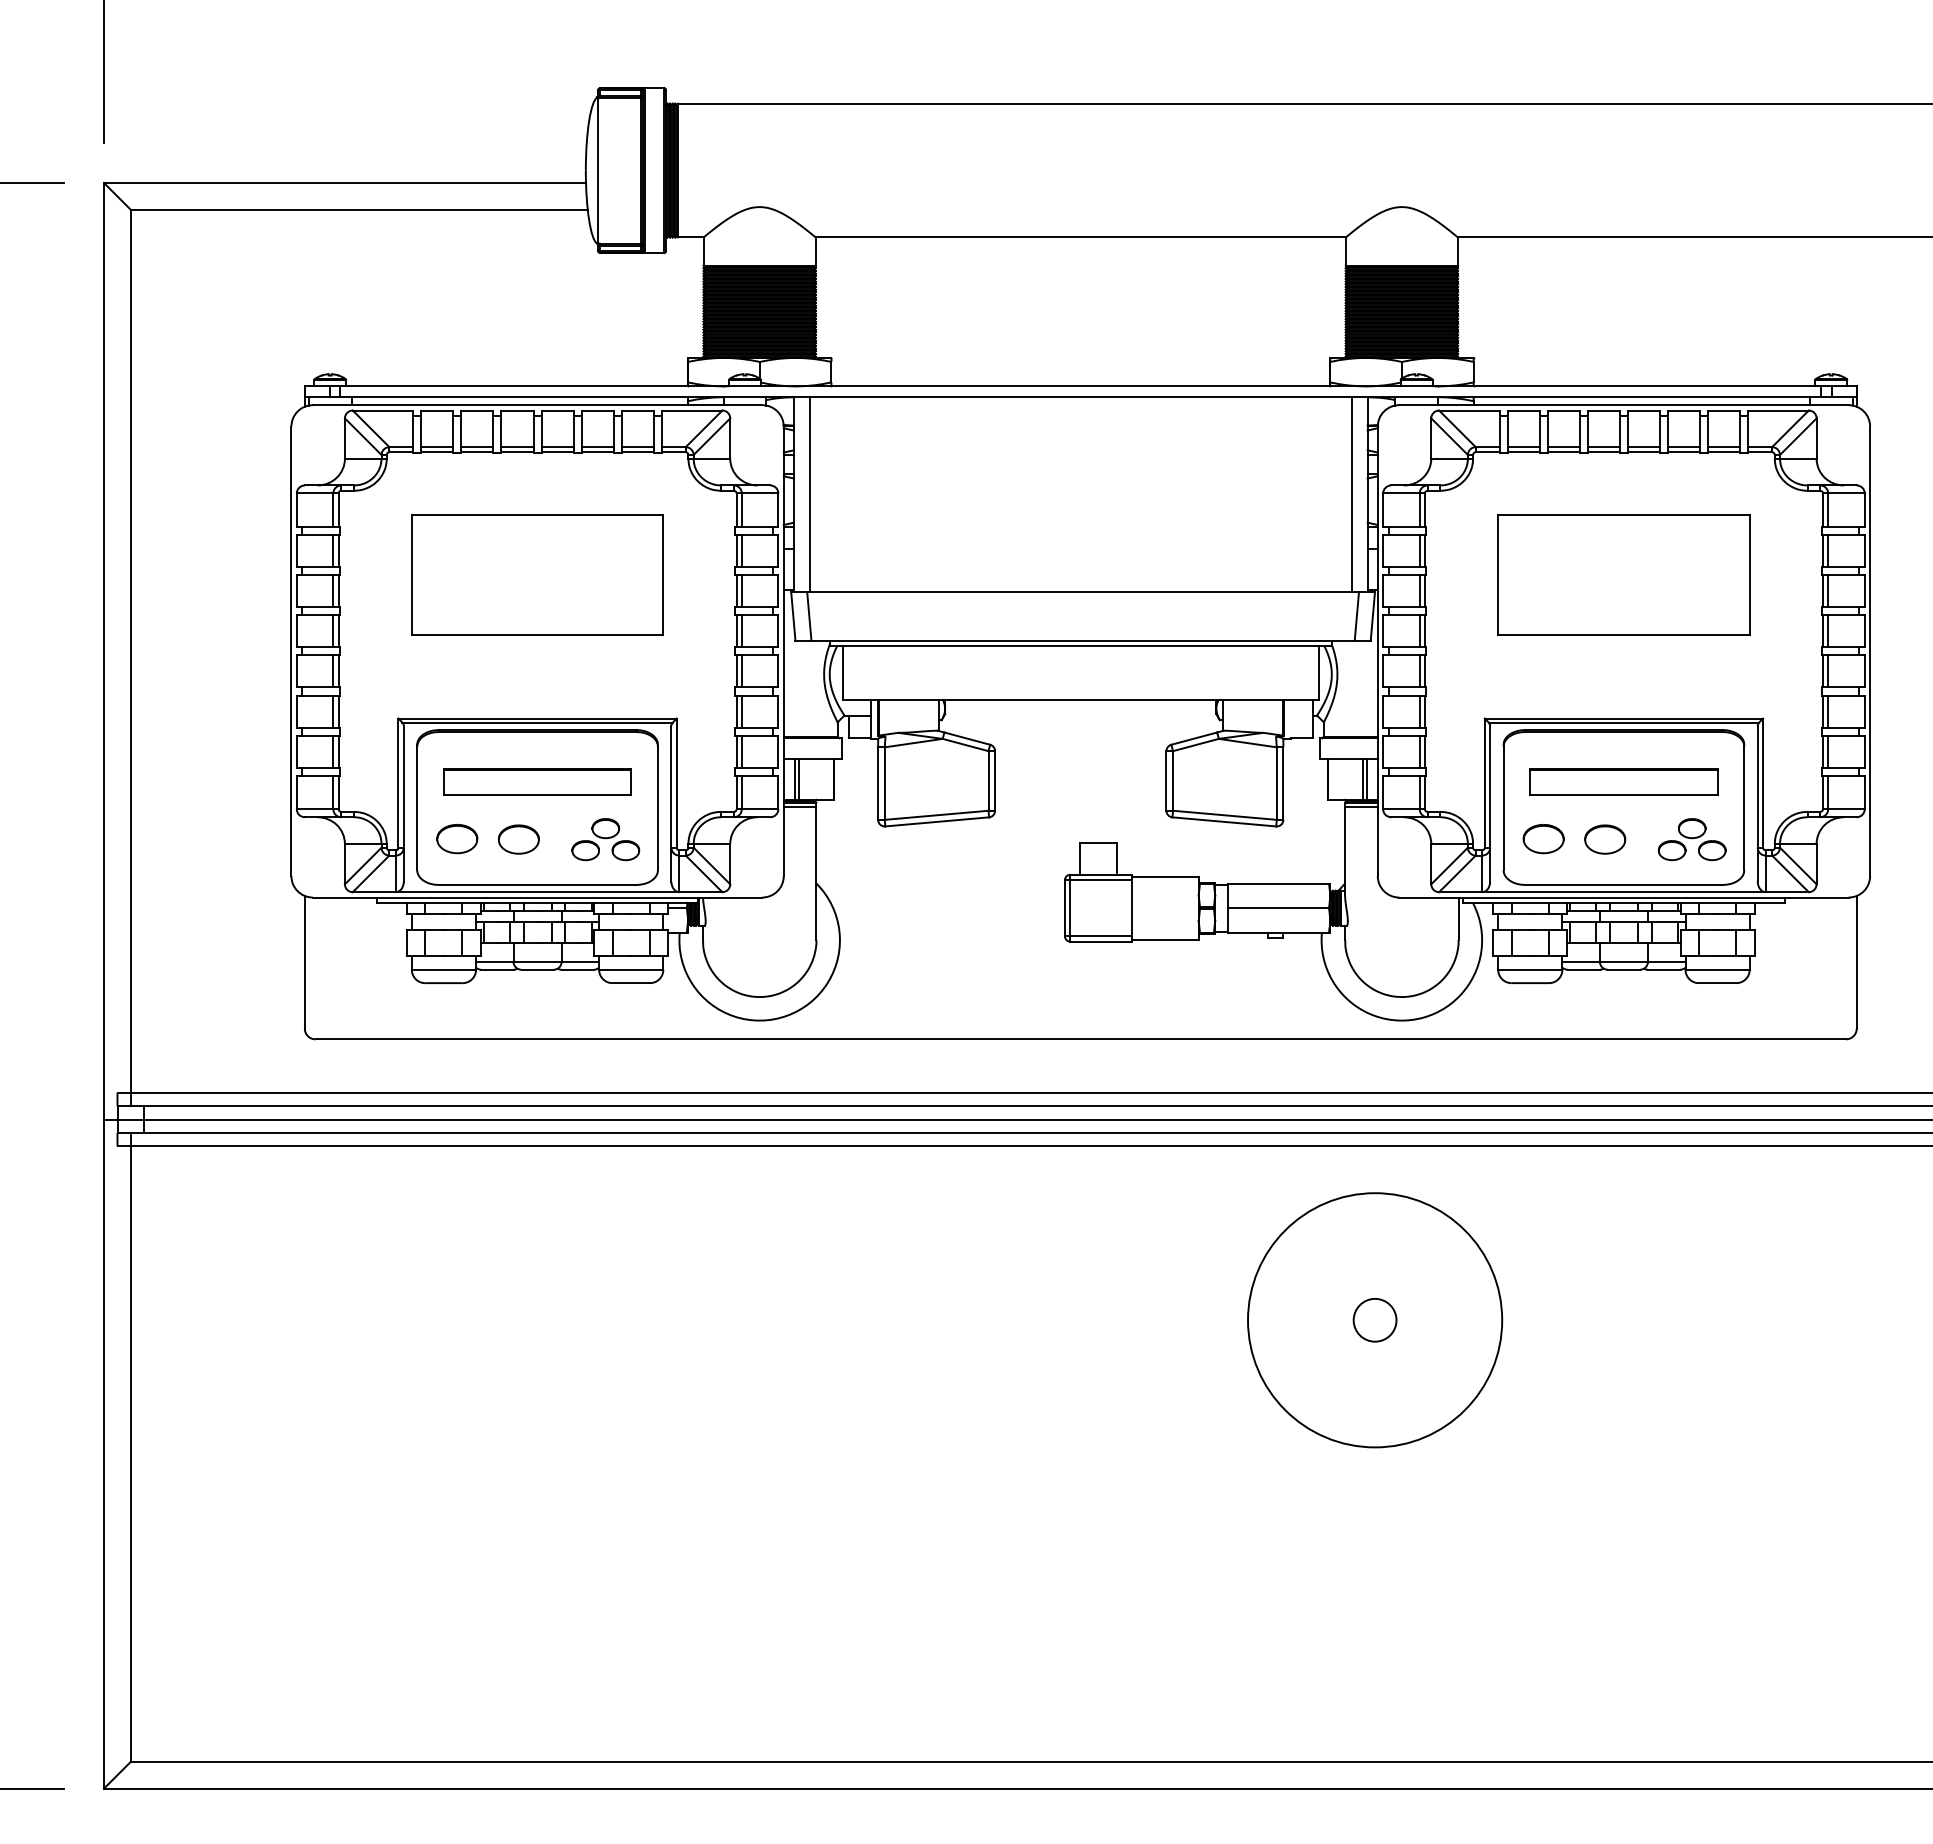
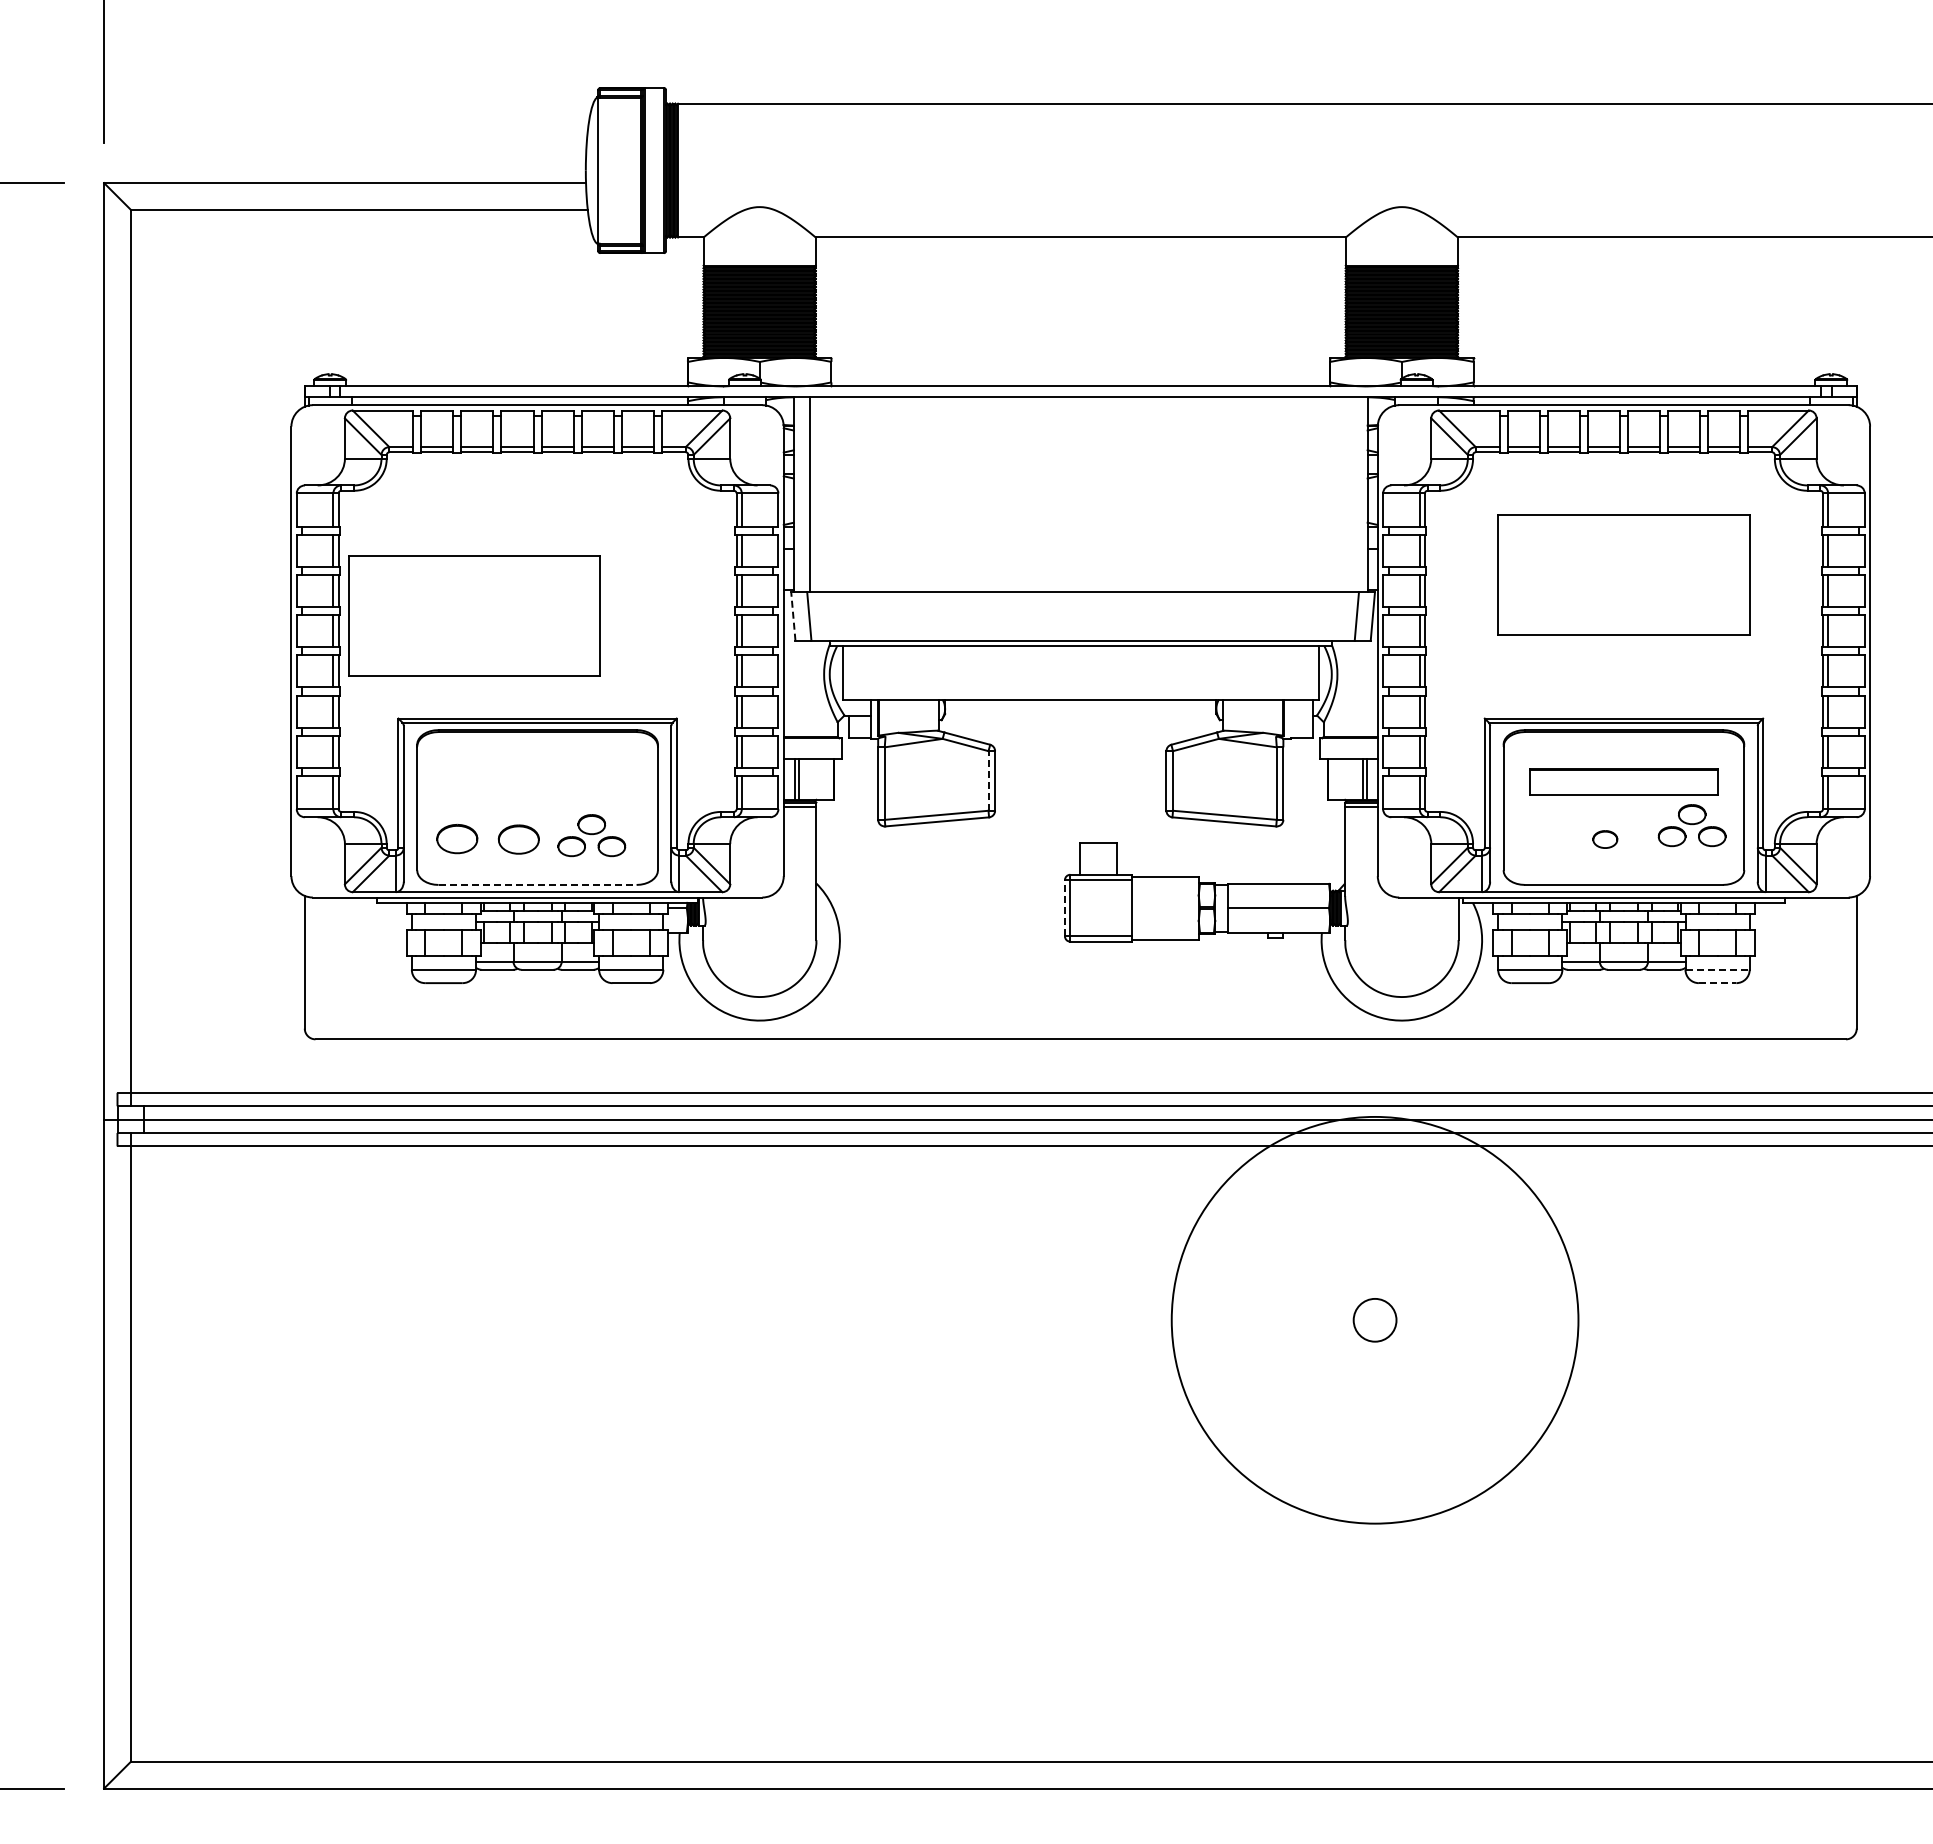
line at (1351, 494): present -> none
part at (537, 574) position: (537, 574) -> (474, 615)
line at (793, 616): solid -> dashed
line at (988, 780): solid -> dashed
part at (537, 781): present -> none
part at (605, 839) position: (605, 839) -> (591, 835)
part at (1543, 839): present -> none
part at (1605, 839) size: 43x31 px -> 27x19 px
part at (1691, 839) position: (1691, 839) -> (1691, 825)
line at (538, 884): solid -> dashed
line at (1064, 907): solid -> dashed
line at (1718, 969): solid -> dashed
line at (1717, 983): solid -> dashed
circle at (1375, 1320) diameter: 254 px -> 407 px
